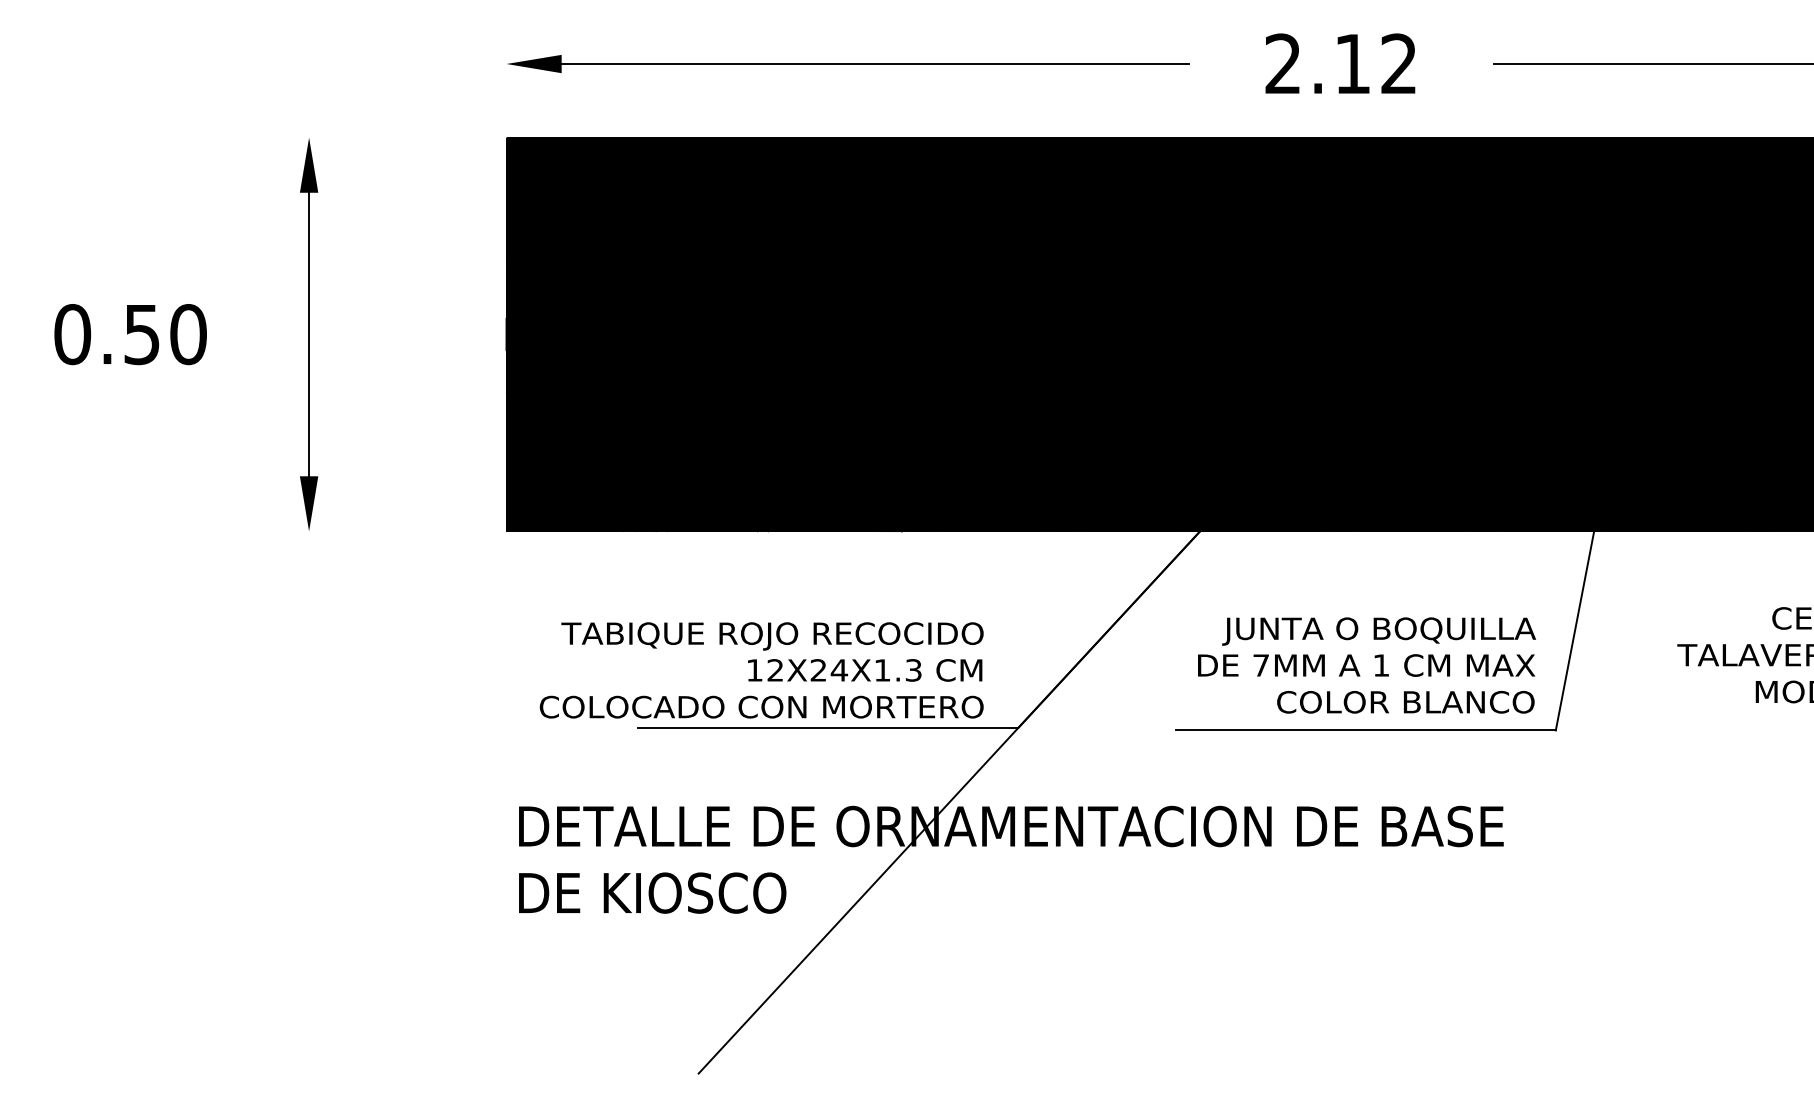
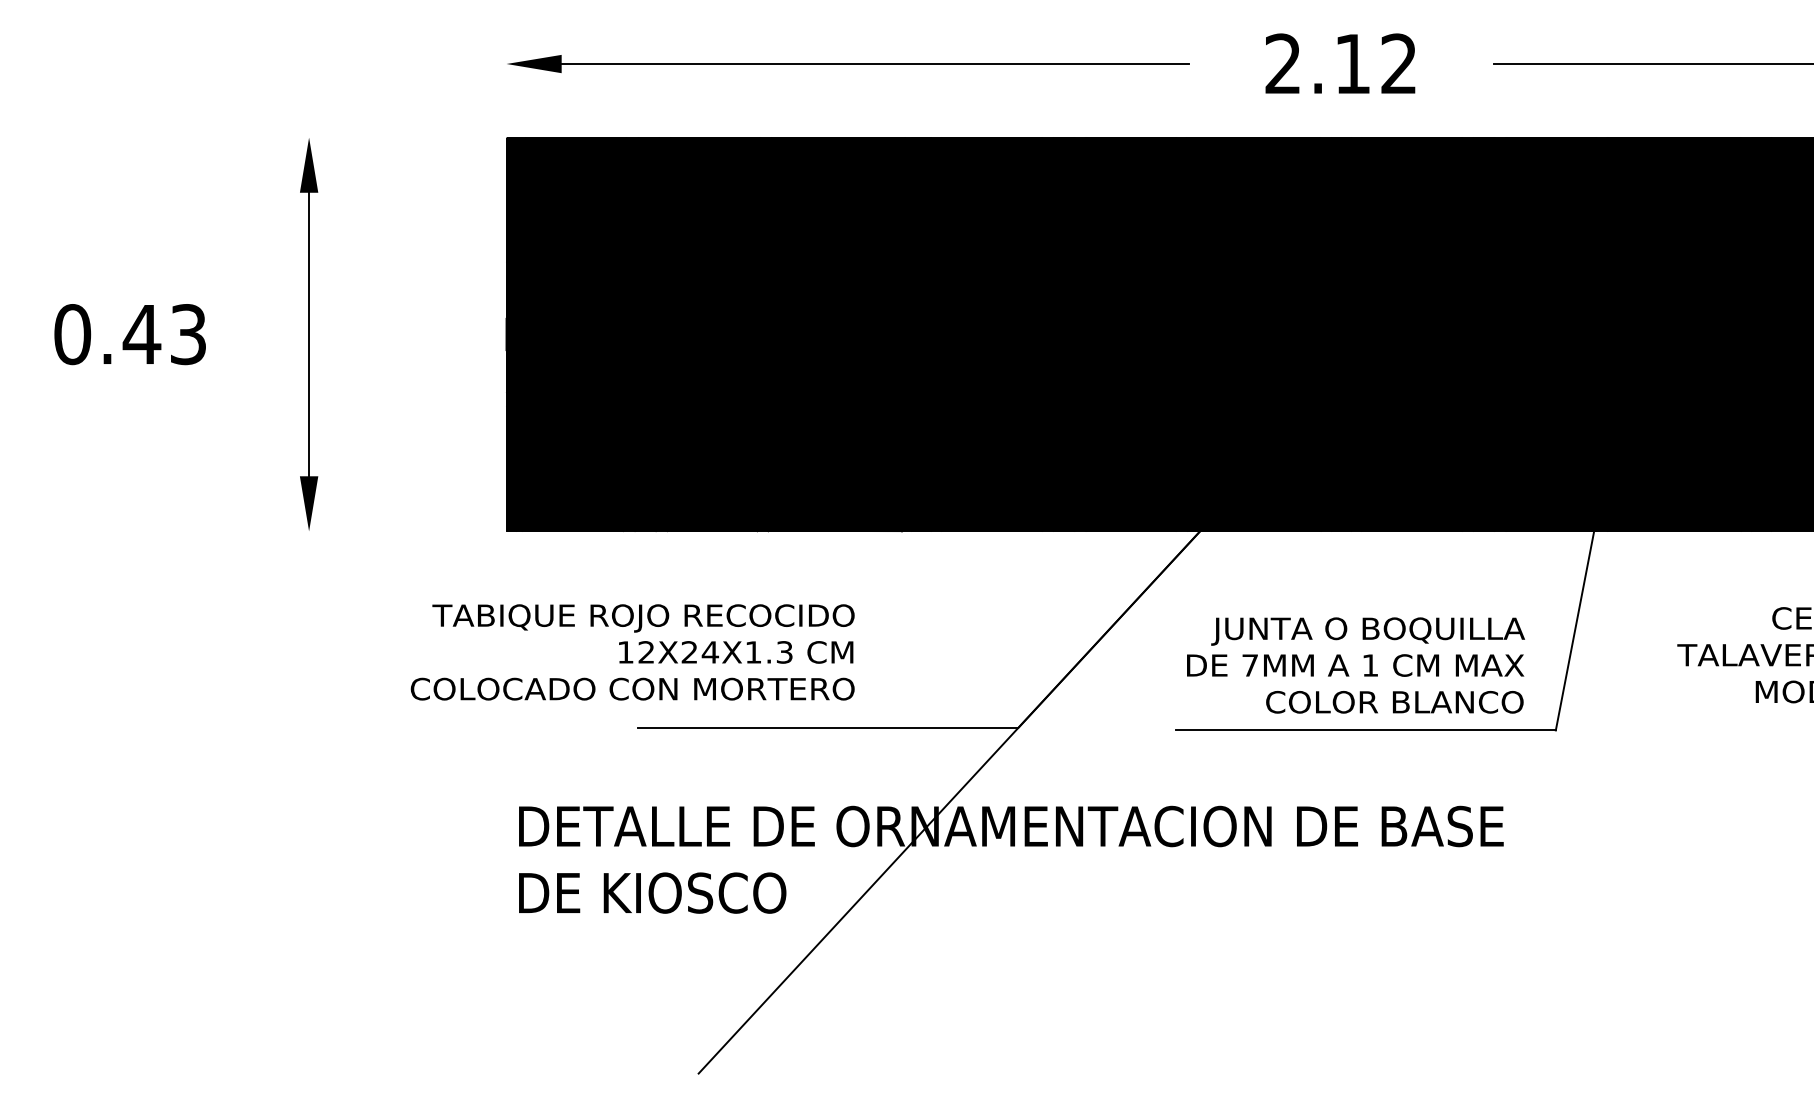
text at (164, 334): 0.50 -> 0.43
text at (1366, 665) position: (1366, 665) -> (1355, 665)
text at (761, 670) position: (761, 670) -> (632, 652)
